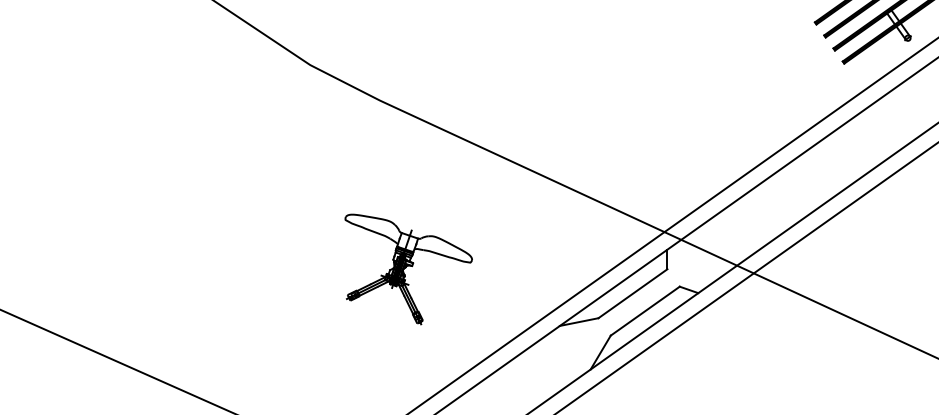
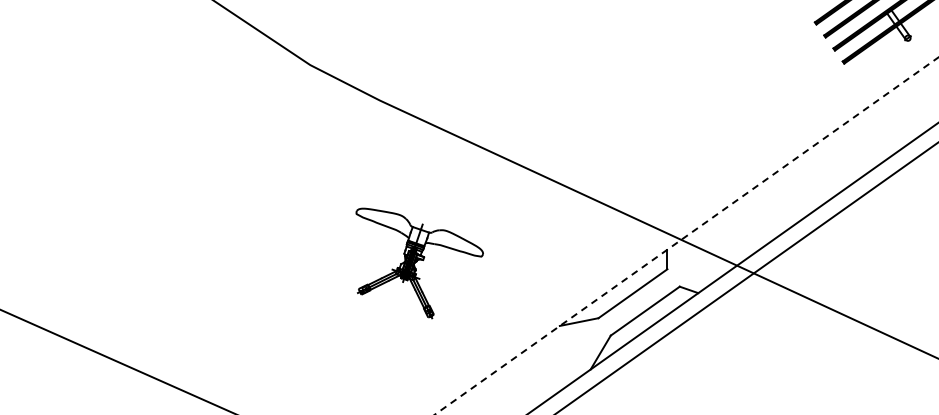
line at (673, 225): present -> none
line at (686, 235): solid -> dashed
part at (408, 269) position: (408, 269) -> (419, 263)
